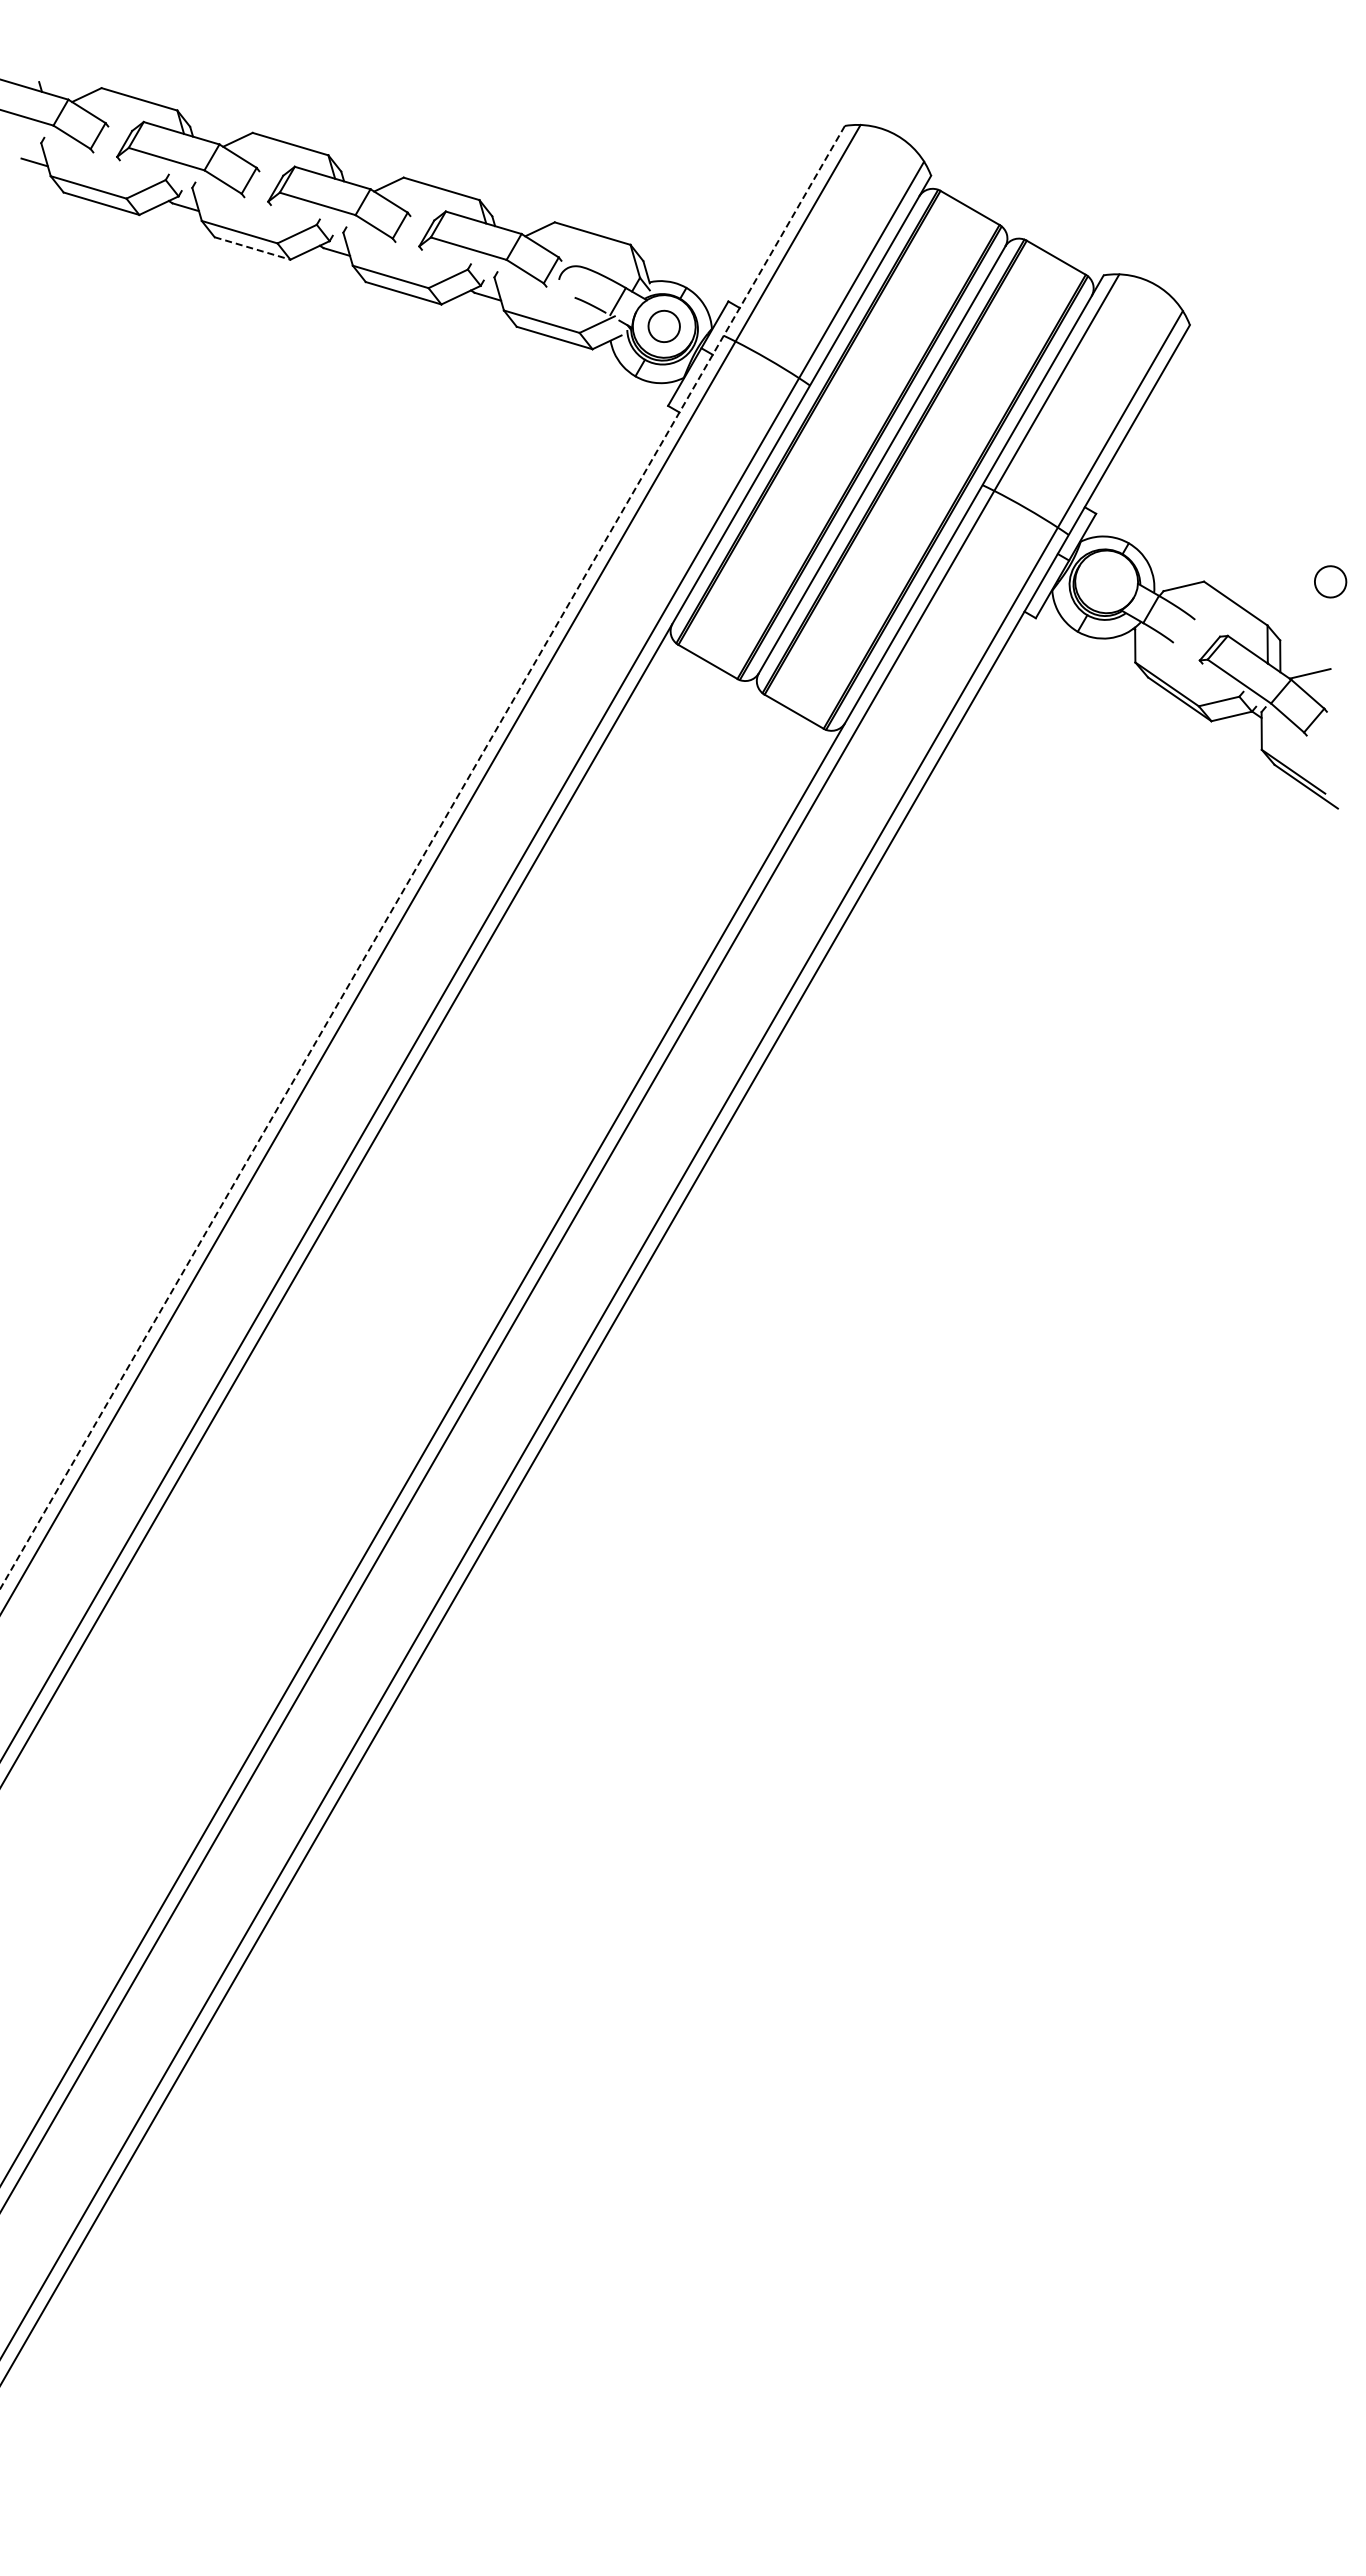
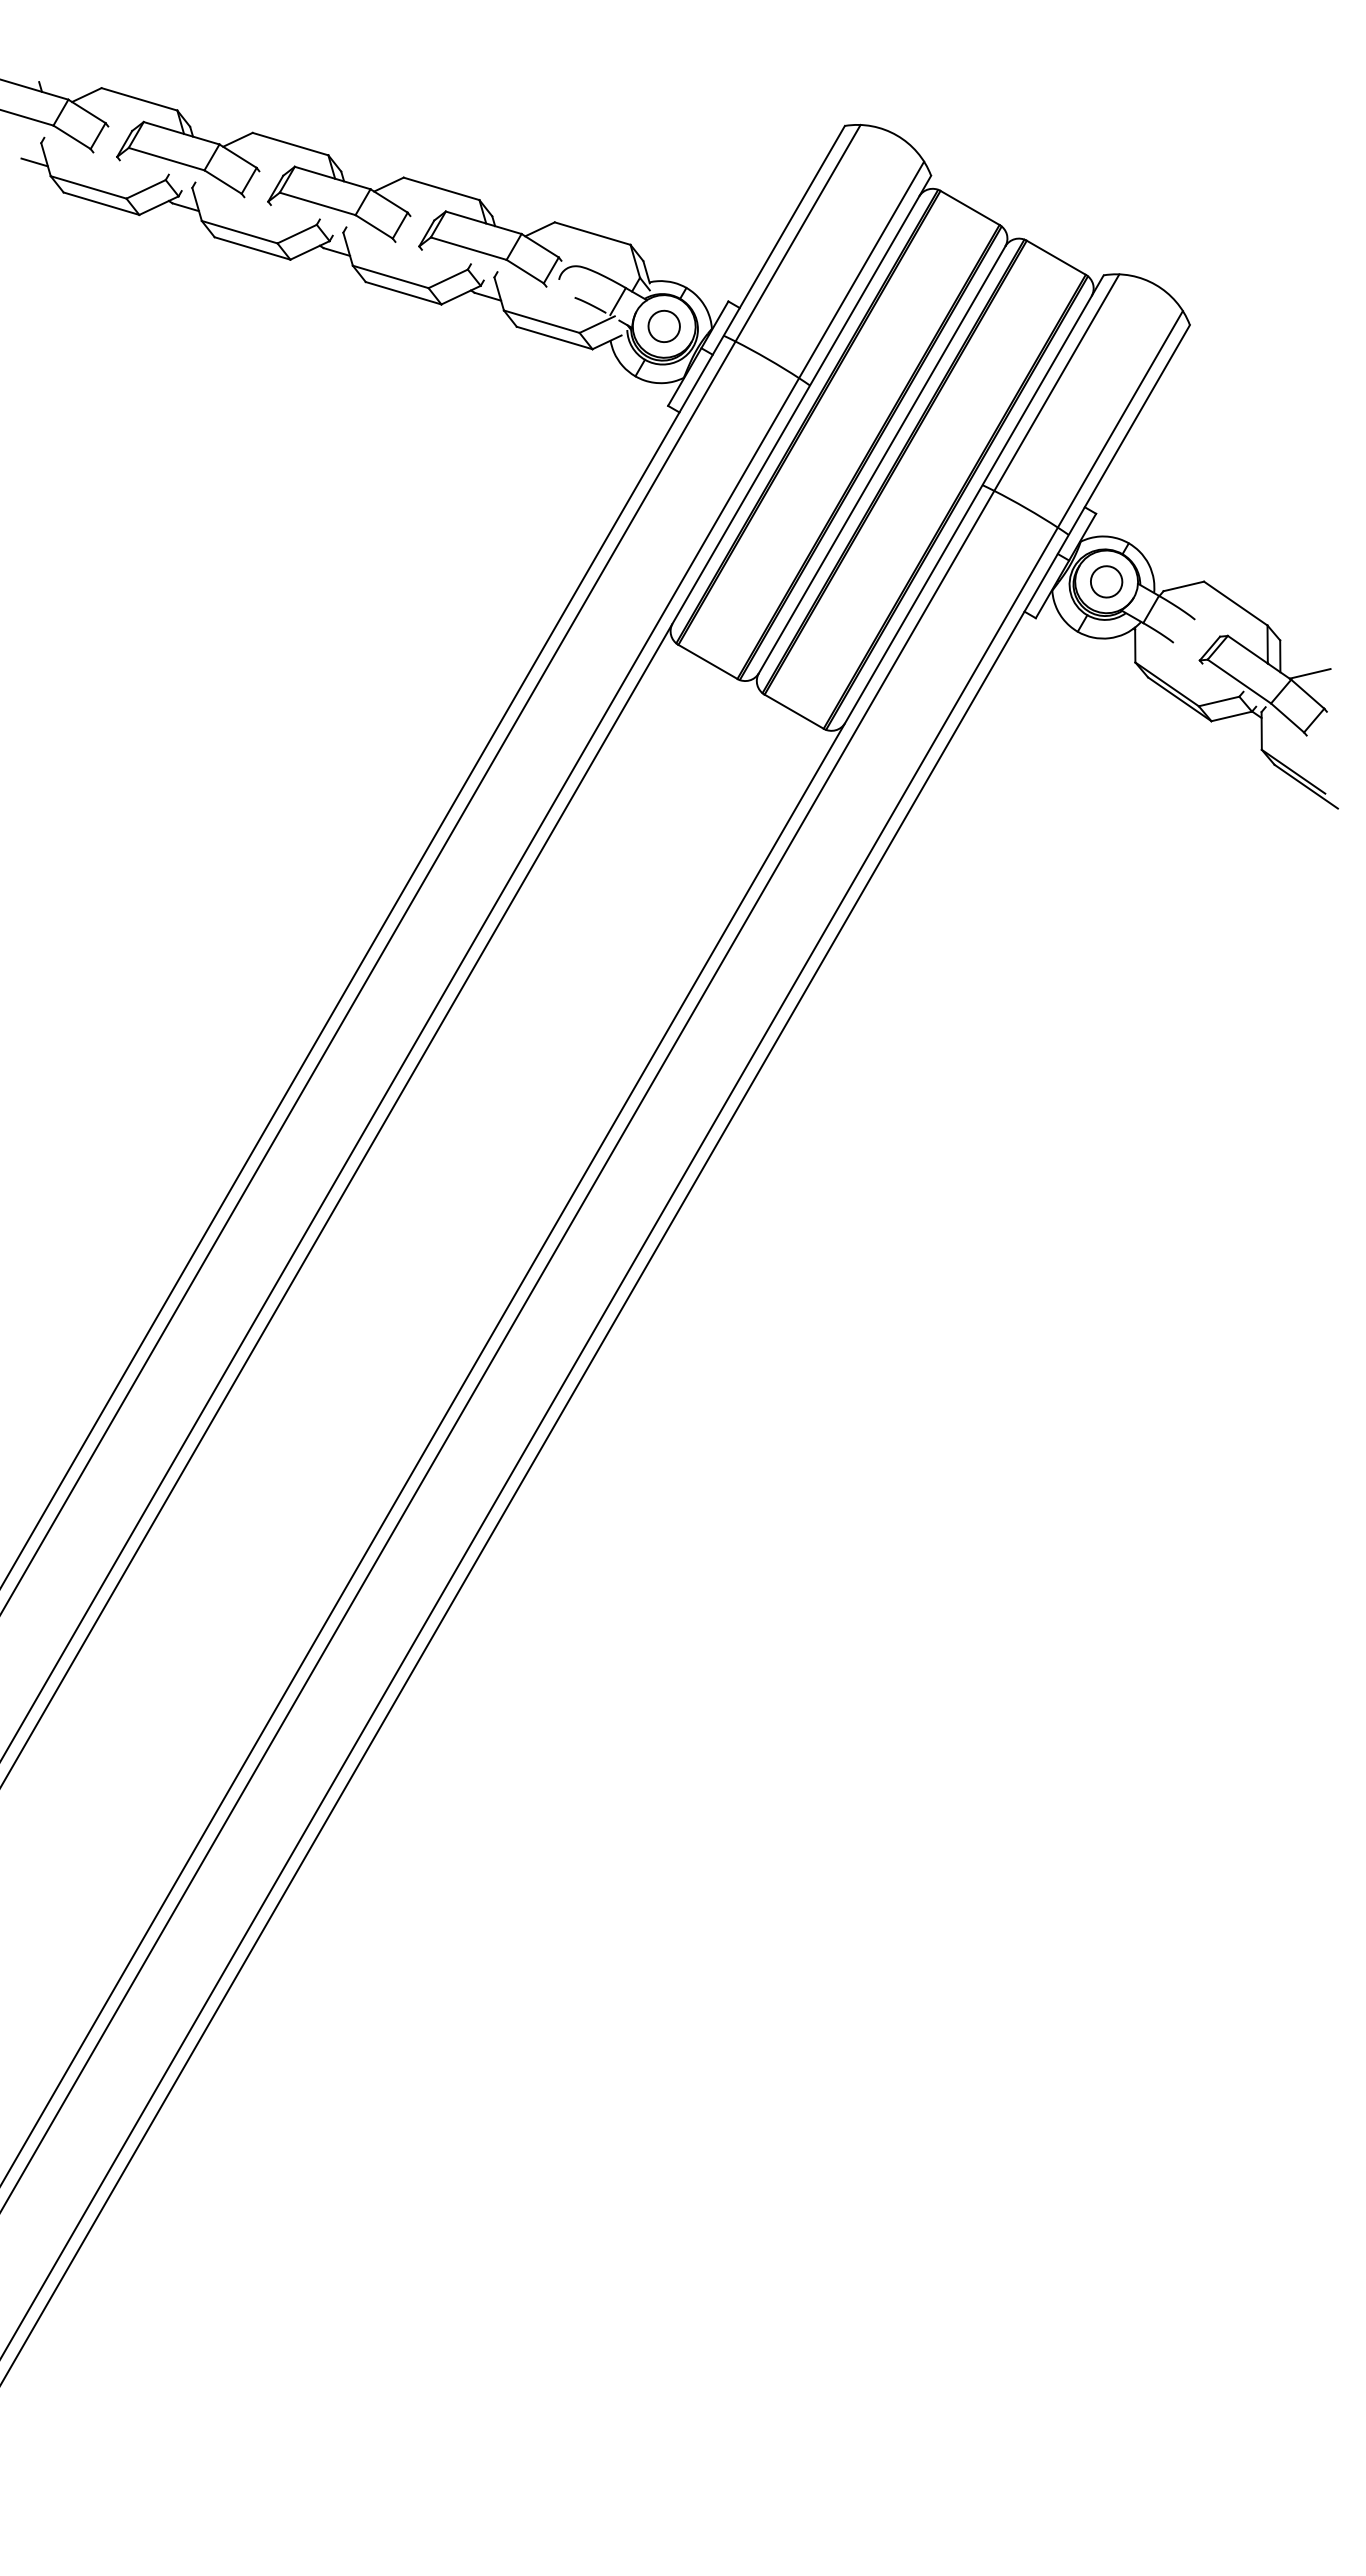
line at (252, 248): dashed -> solid
part at (1330, 581) position: (1330, 581) -> (1106, 581)
line at (422, 857): dashed -> solid
